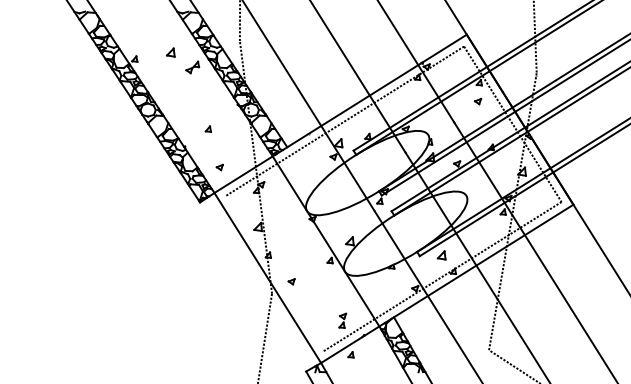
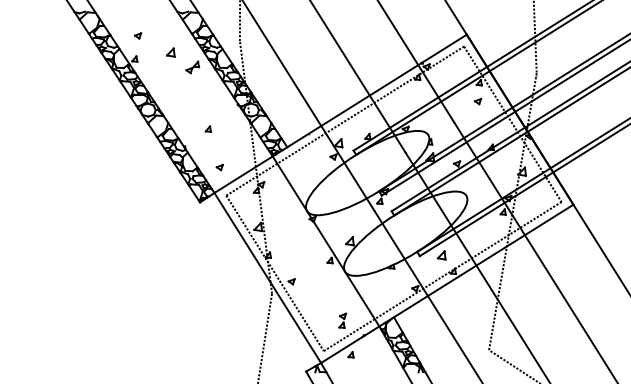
part at (138, 35): none -> present
line at (274, 273): none -> present
